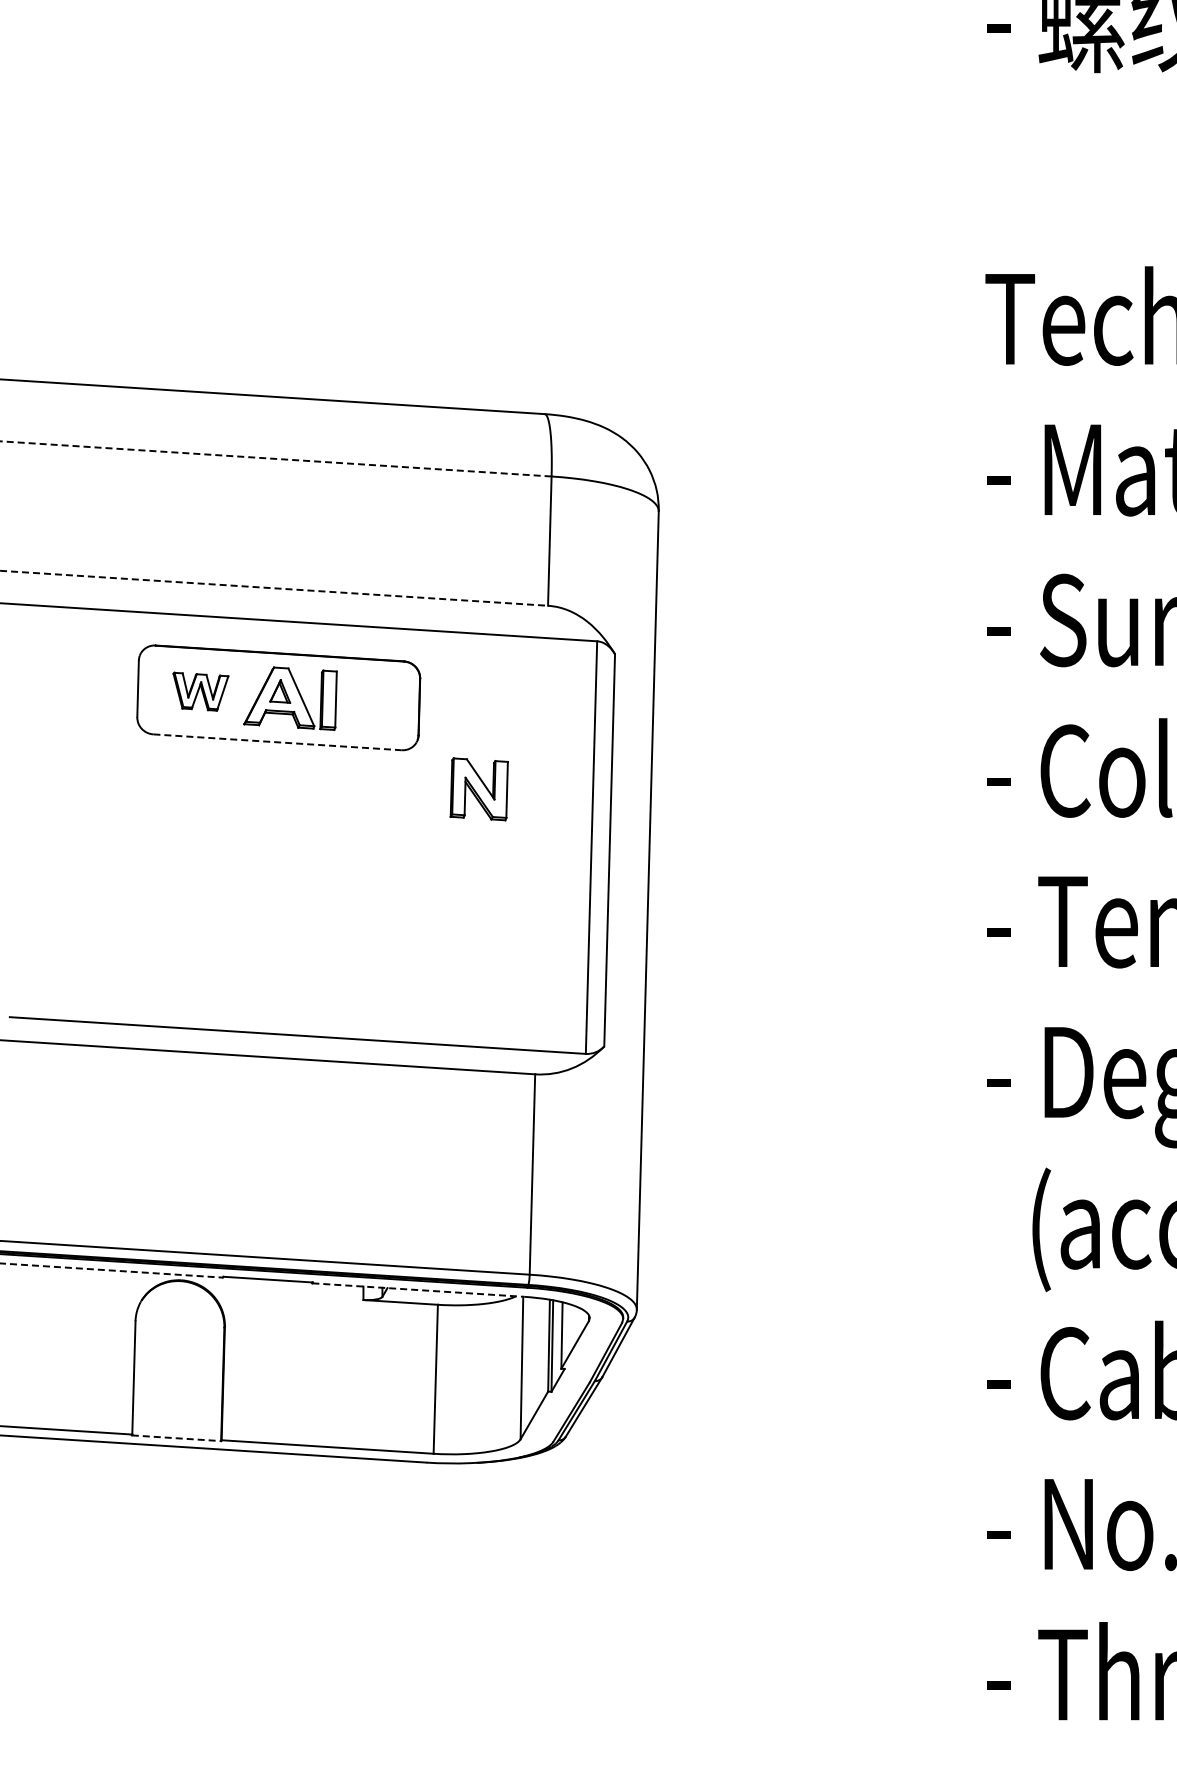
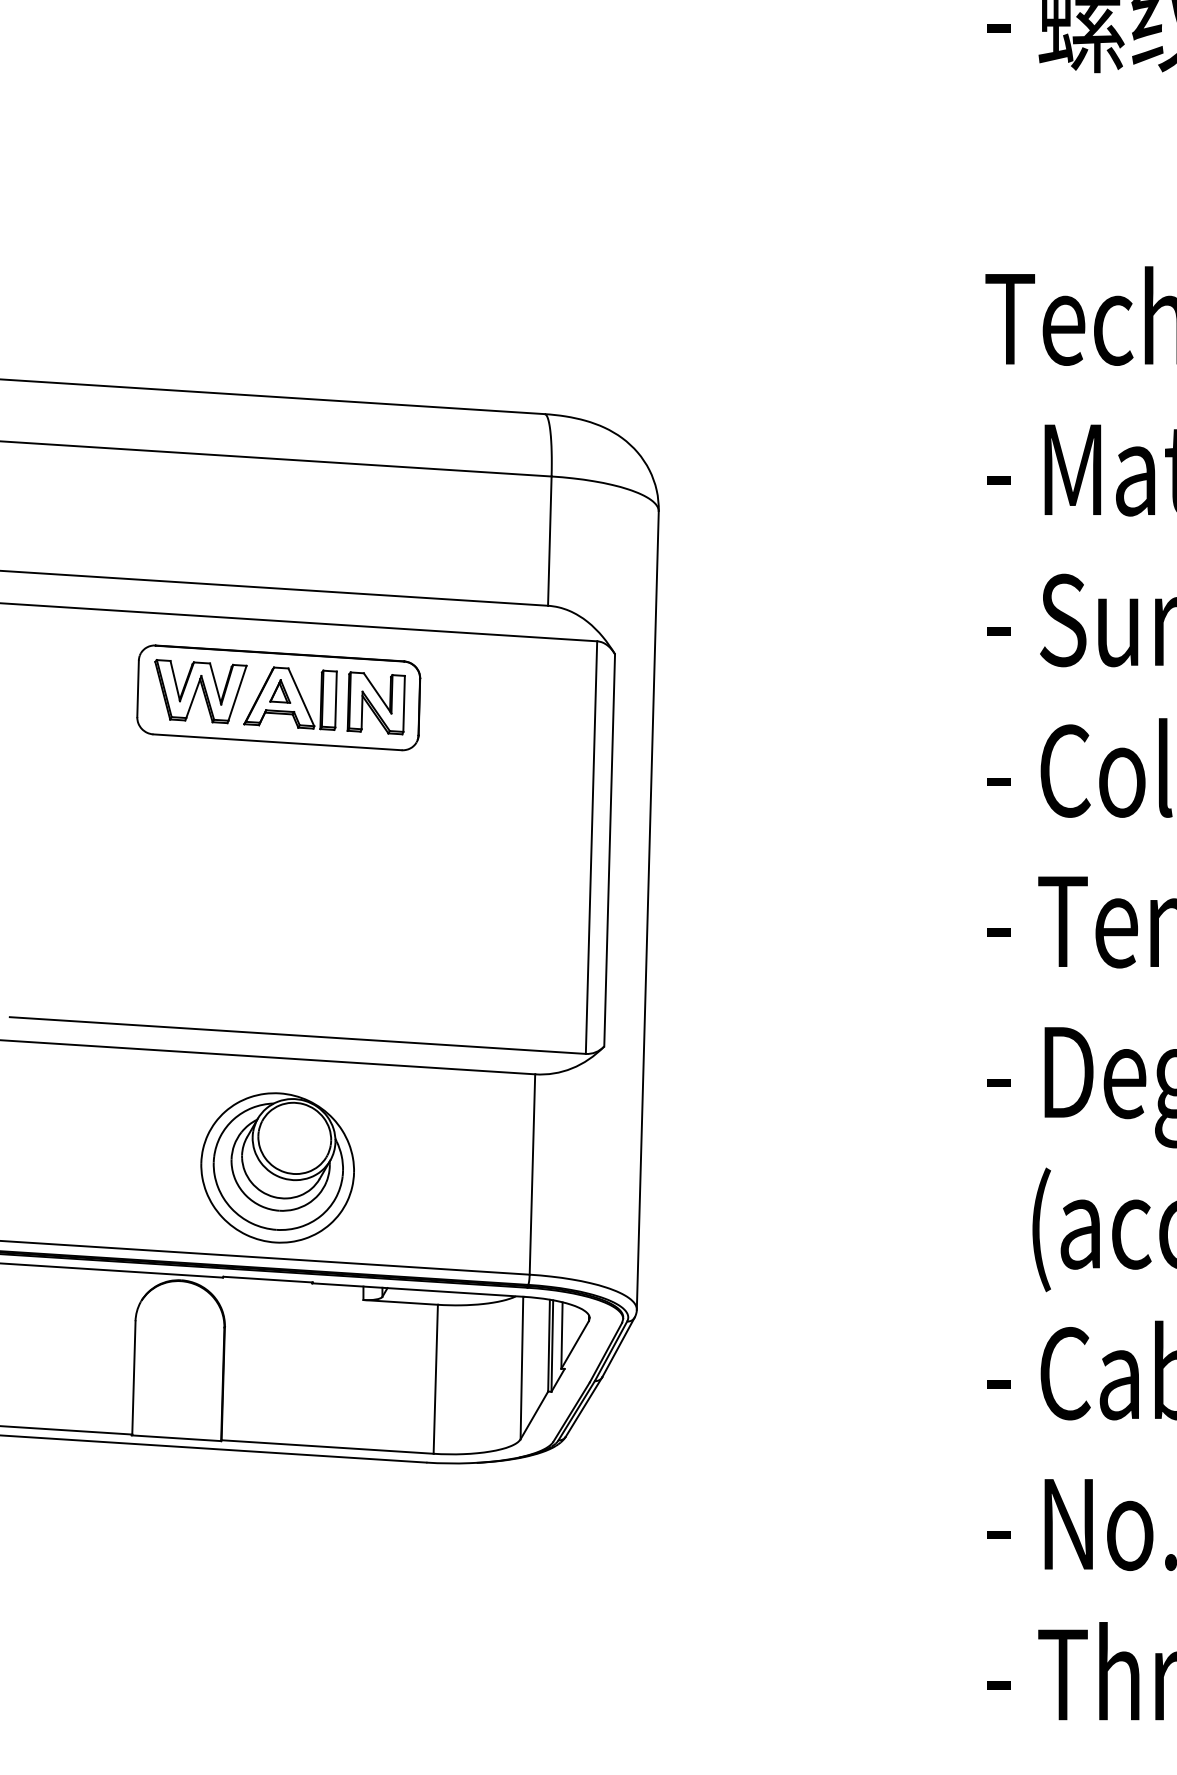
line at (275, 458): dashed -> solid
line at (274, 588): dashed -> solid
part at (200, 691) size: 58x41 px -> 94x66 px
line at (278, 742): dashed -> solid
part at (478, 789) position: (478, 789) -> (375, 703)
part at (277, 1167): none -> present
line at (112, 1270): dashed -> solid
line at (418, 1290): dashed -> solid
line at (176, 1438): dashed -> solid
